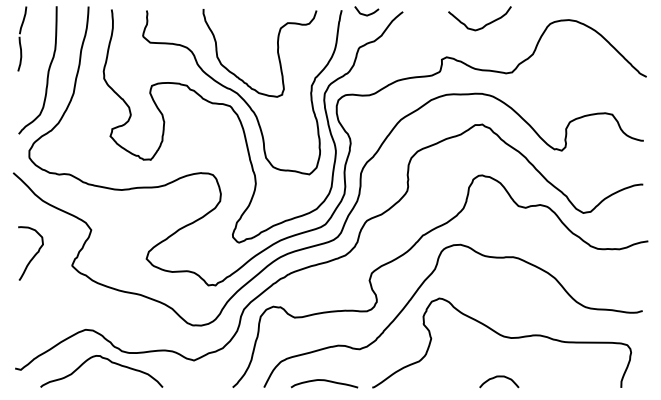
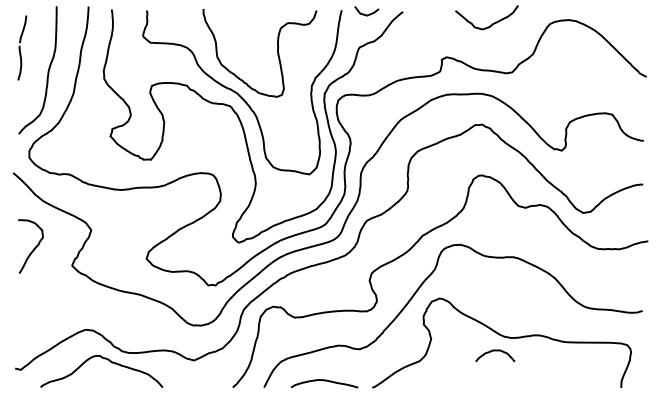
curve at (485, 24) position: (485, 24) -> (492, 23)
part at (22, 38) position: (22, 38) -> (22, 47)
curve at (33, 255) position: (33, 255) -> (33, 248)
curve at (499, 377) position: (499, 377) -> (495, 351)
